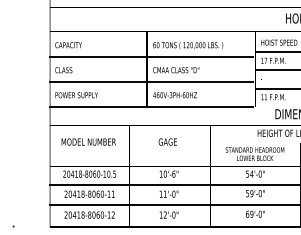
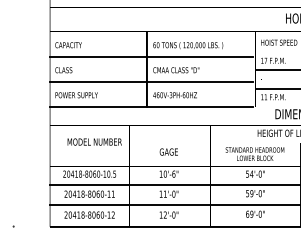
line at (276, 52): present -> none
text at (88, 141) position: (88, 141) -> (94, 141)
text at (167, 141) position: (167, 141) -> (168, 151)
